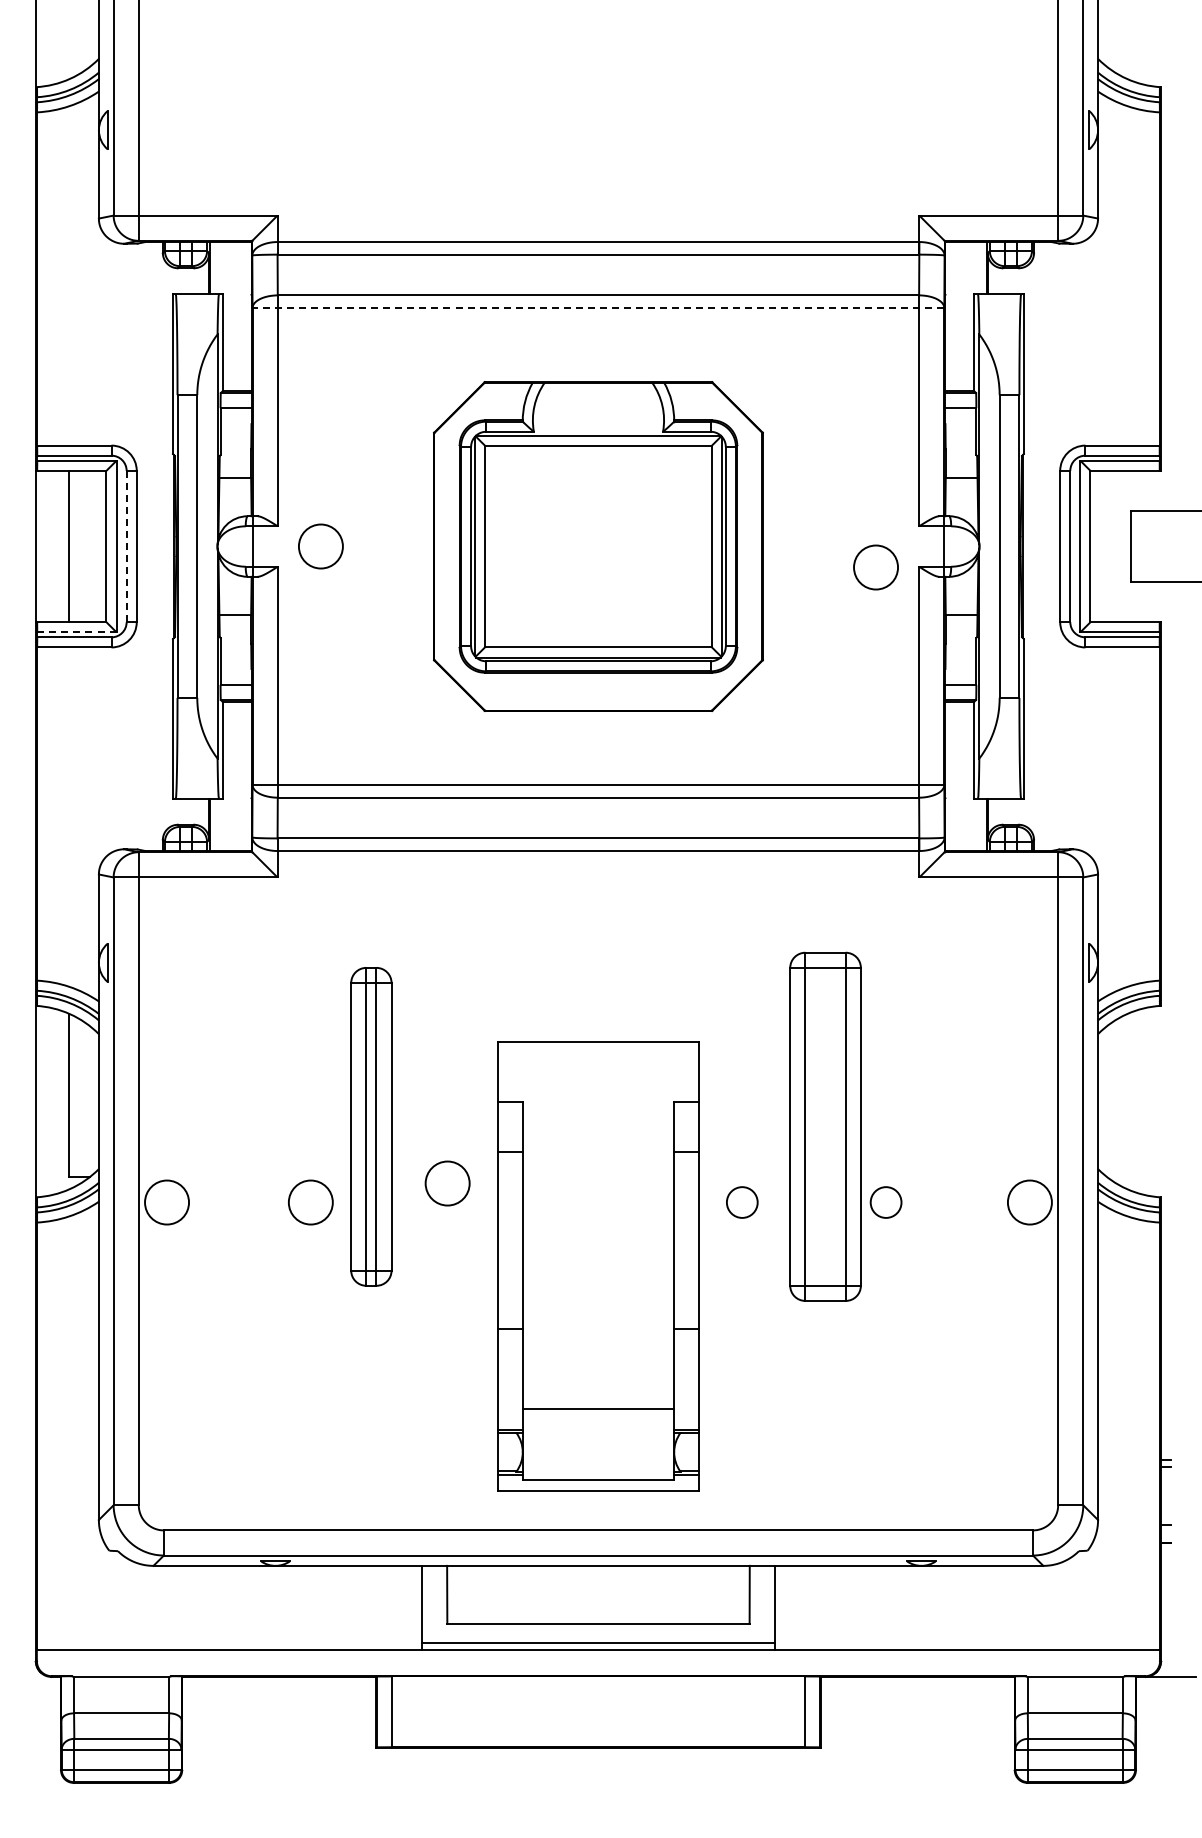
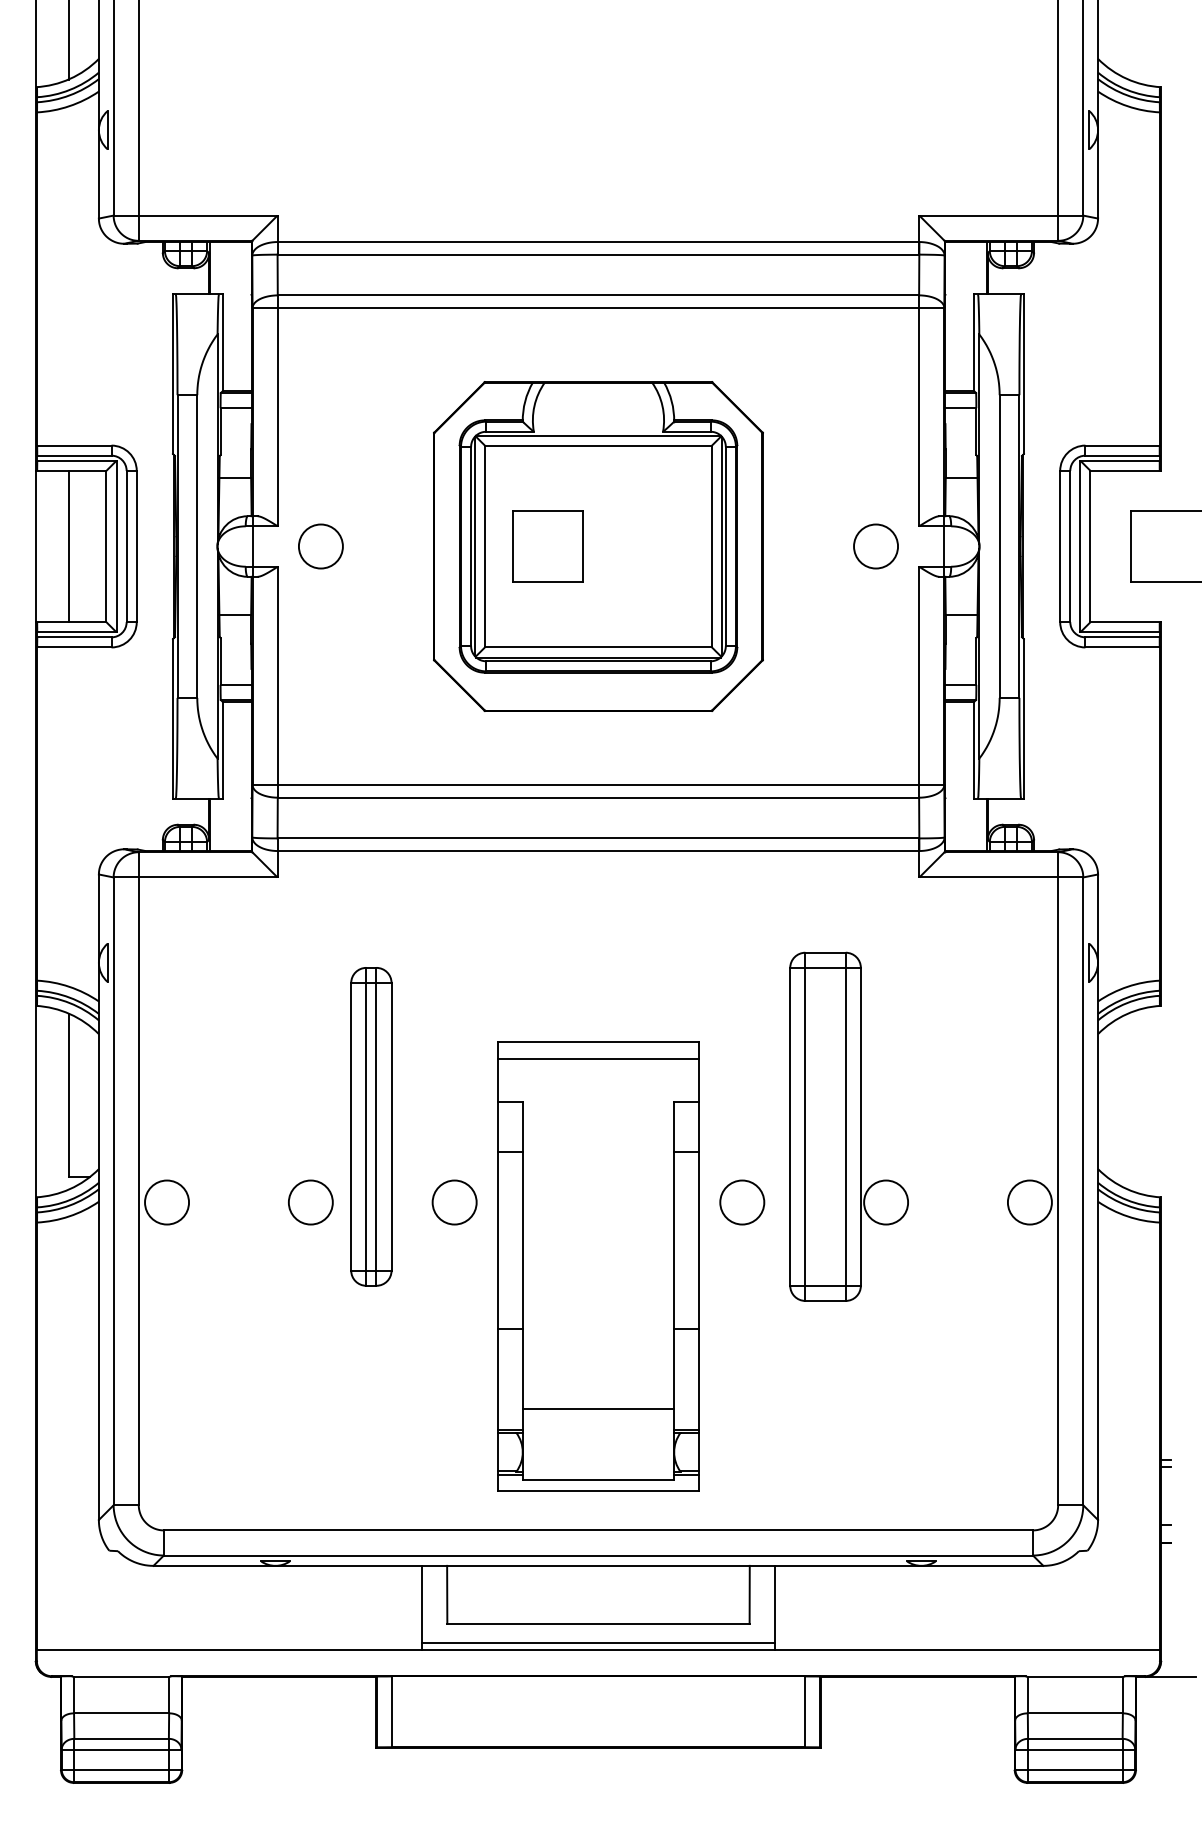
line at (68, 40): none -> present
line at (598, 308): dashed -> solid
line at (126, 546): dashed -> solid
part at (547, 546): none -> present
circle at (875, 567) position: (875, 567) -> (875, 546)
line at (76, 632): dashed -> solid
line at (598, 1058): none -> present
circle at (447, 1183) position: (447, 1183) -> (454, 1202)
circle at (741, 1202) diameter: 31 px -> 44 px
circle at (885, 1202) diameter: 31 px -> 44 px
